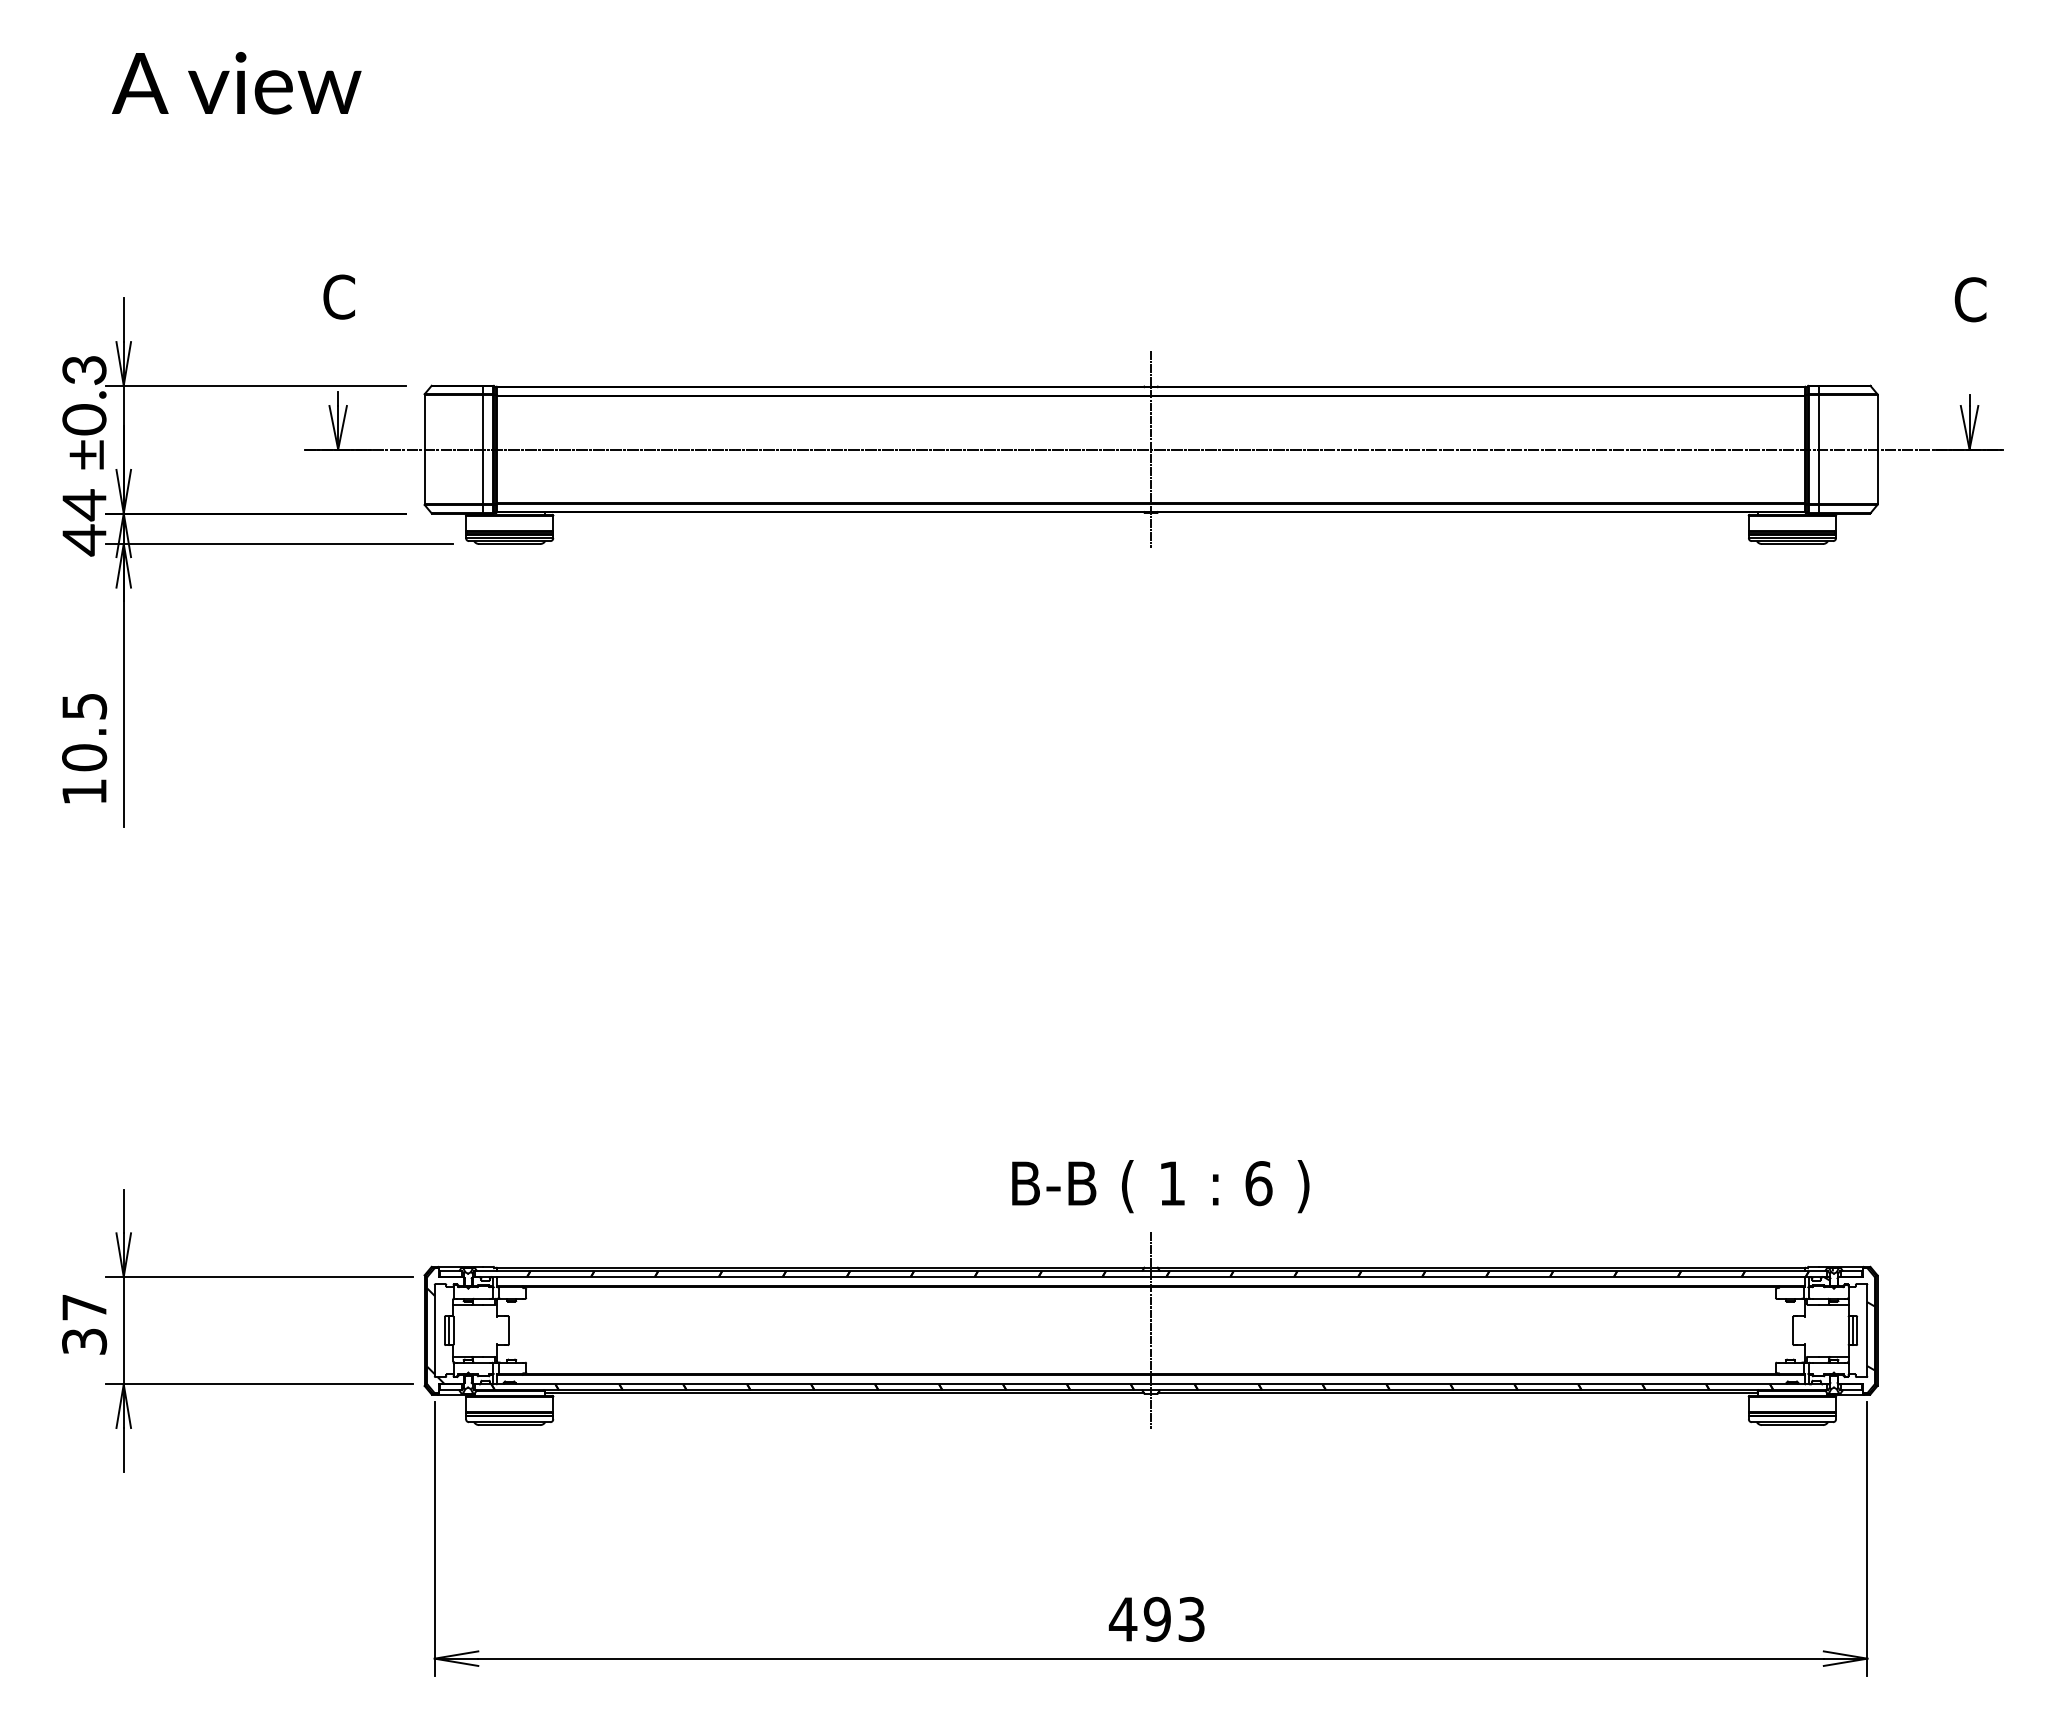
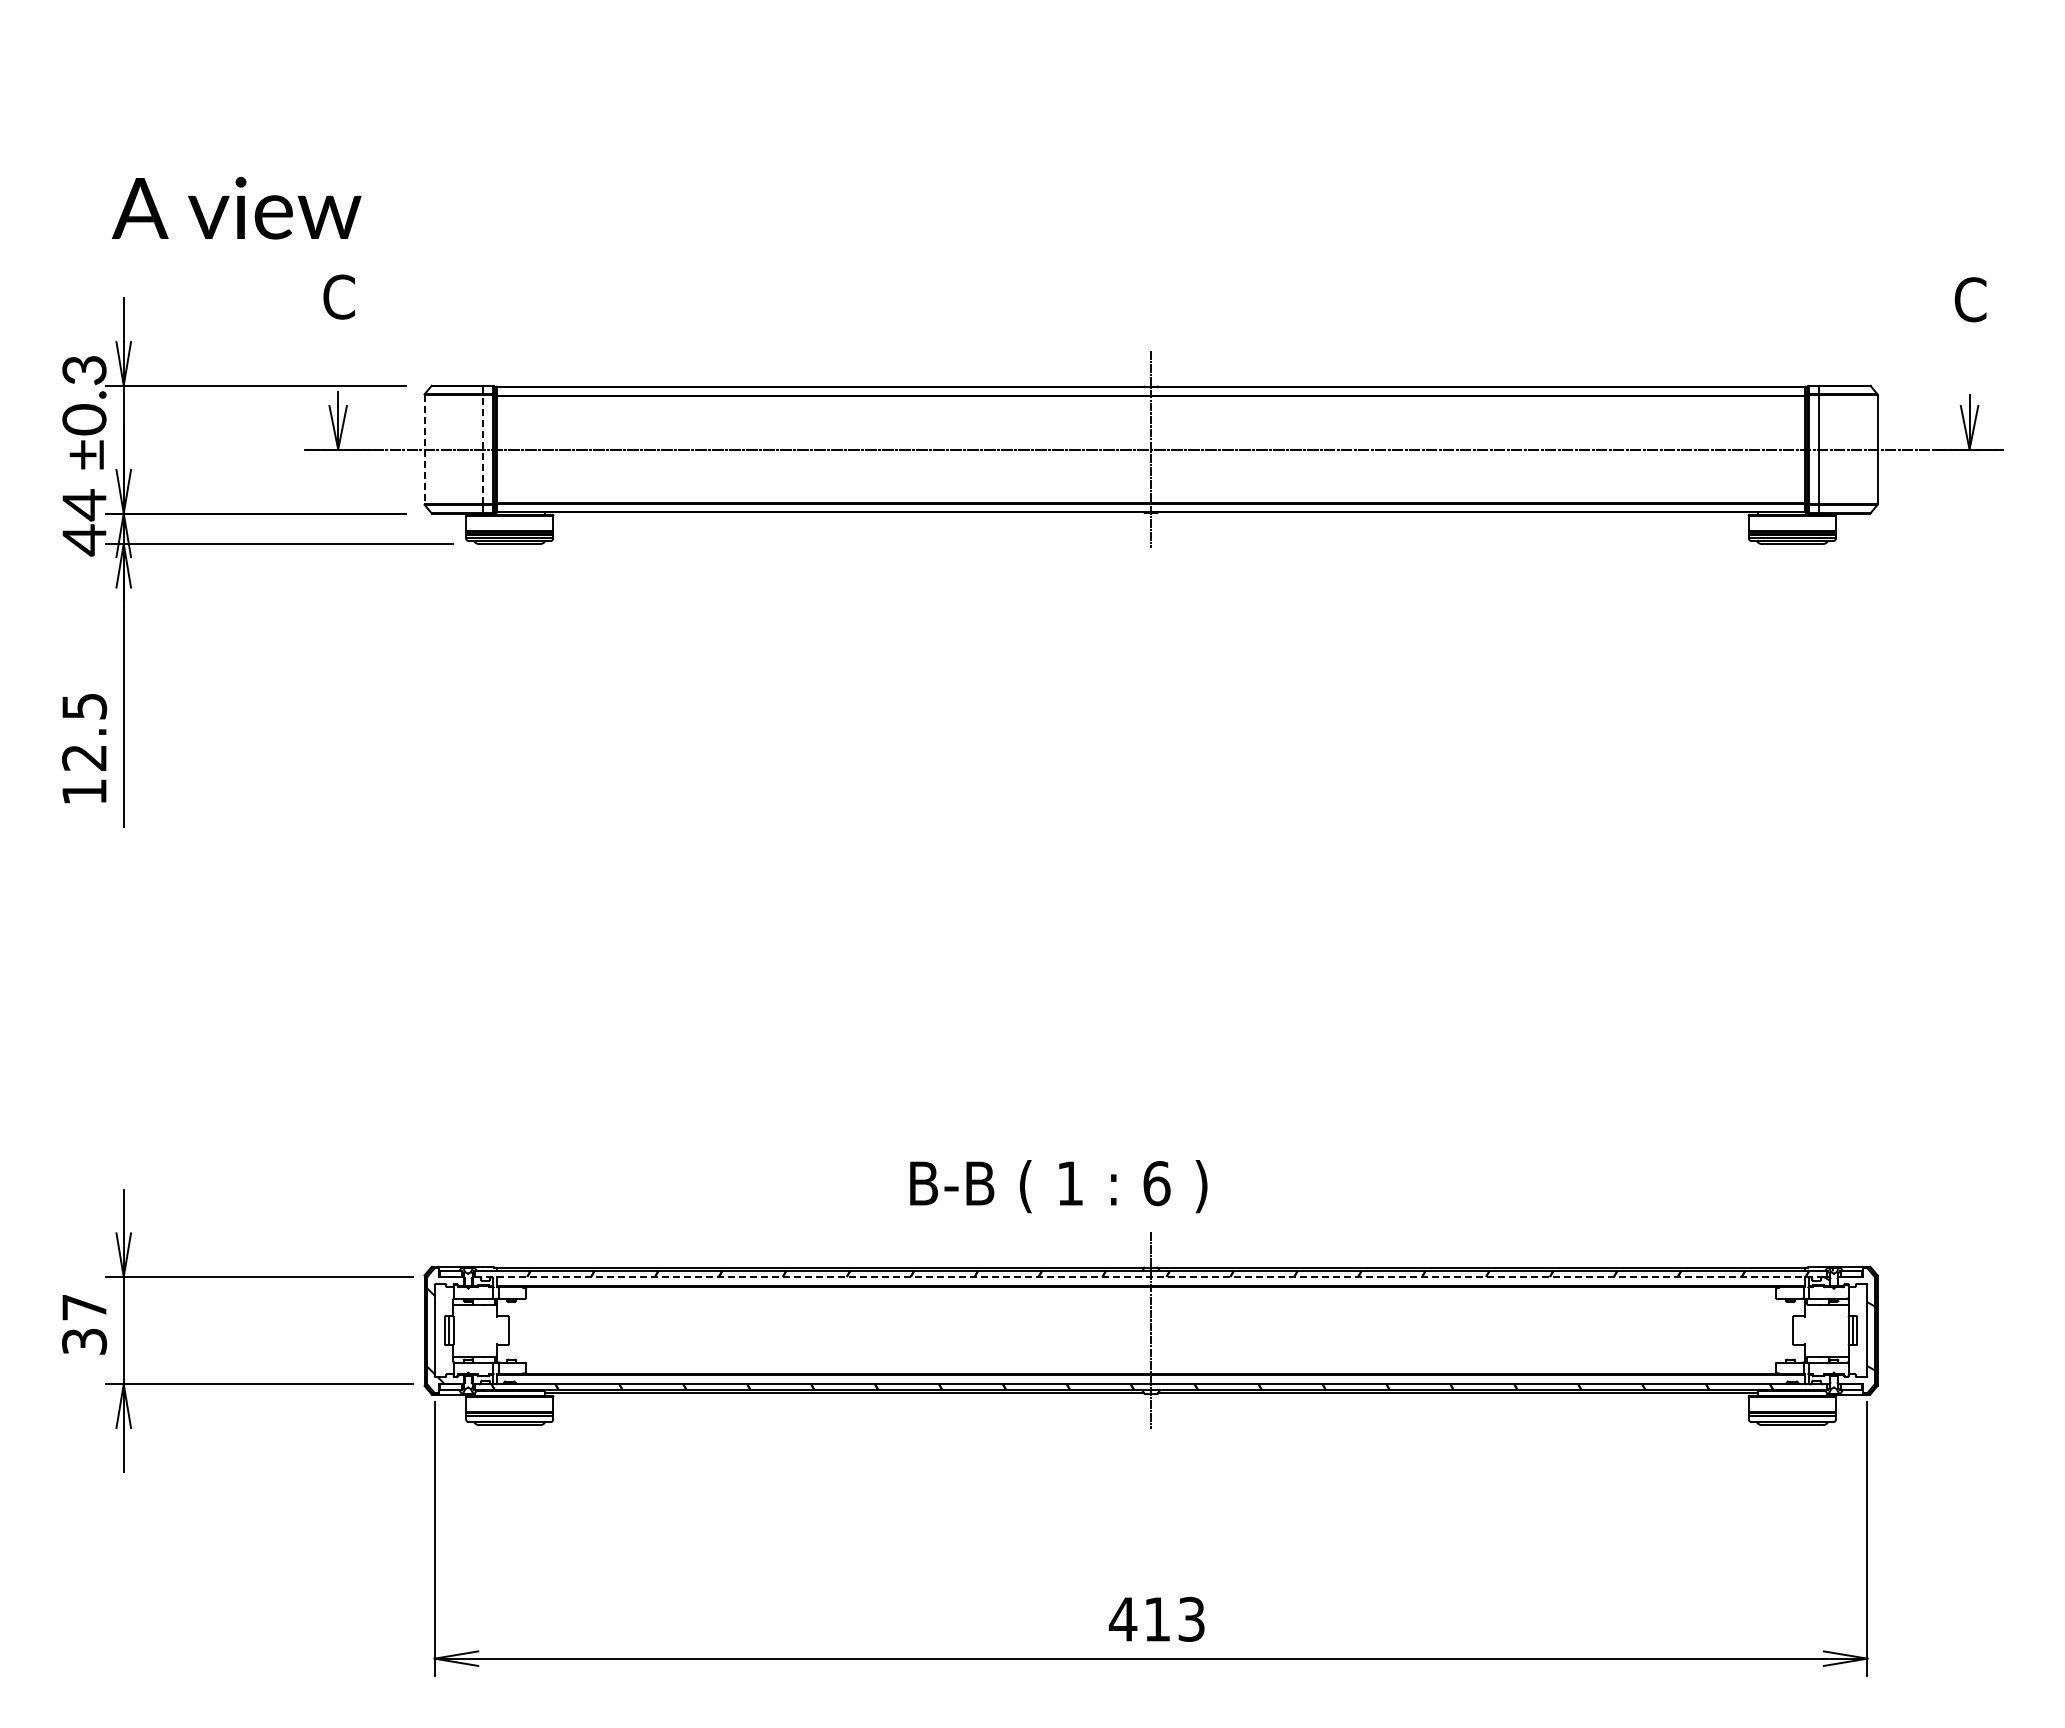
text at (236, 83) position: (236, 83) -> (236, 208)
line at (424, 449): solid -> dashed
line at (482, 449): solid -> dashed
text at (84, 757): 10.5 -> 12.5
text at (1160, 1186) position: (1160, 1186) -> (1058, 1186)
line at (1151, 1276): solid -> dashed
text at (1156, 1618): 493 -> 413
